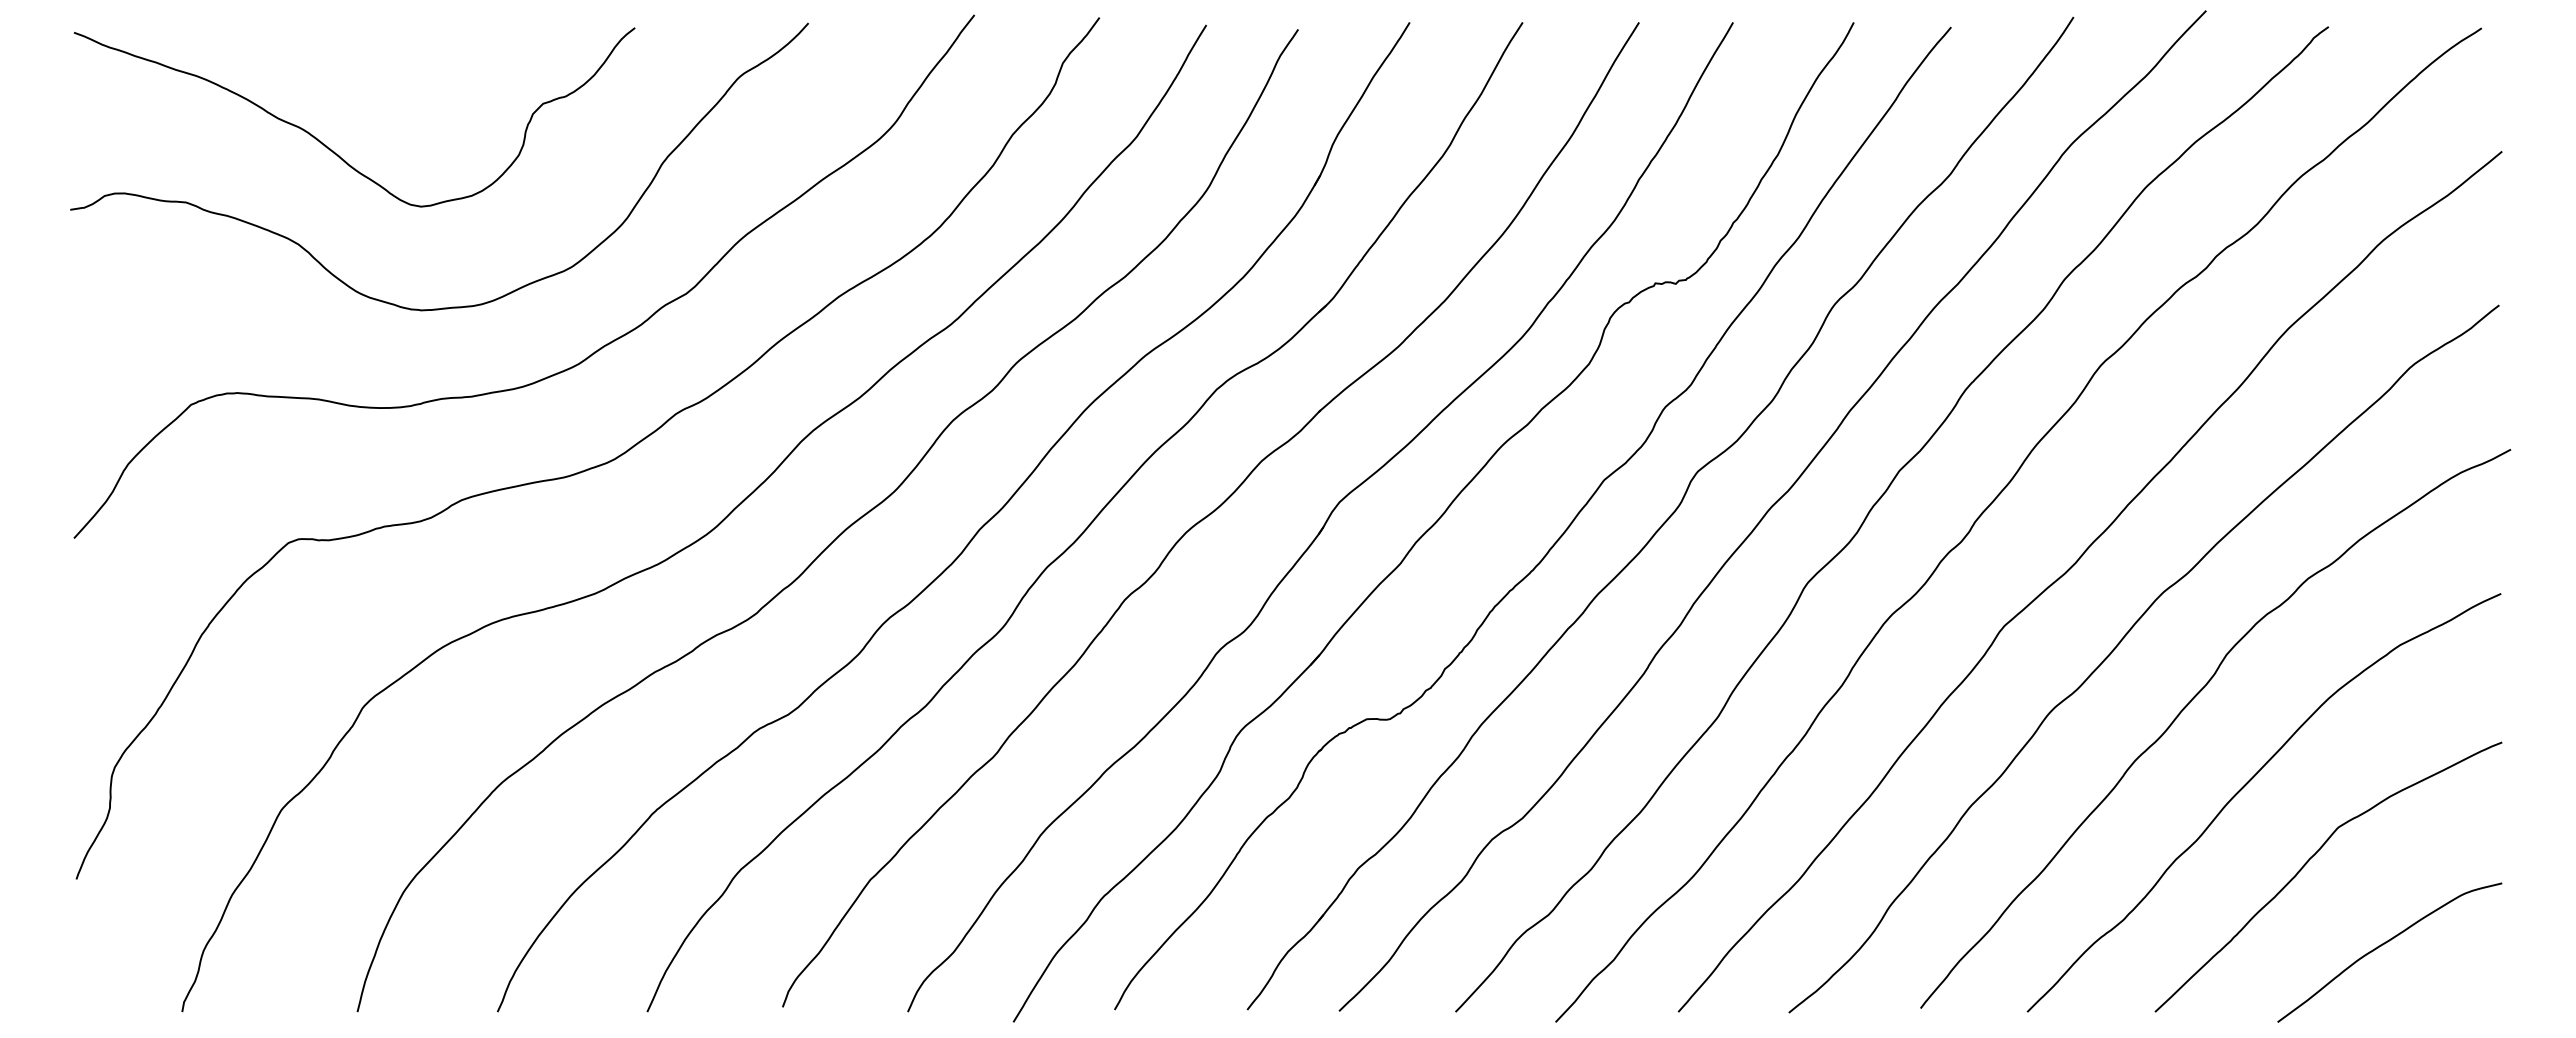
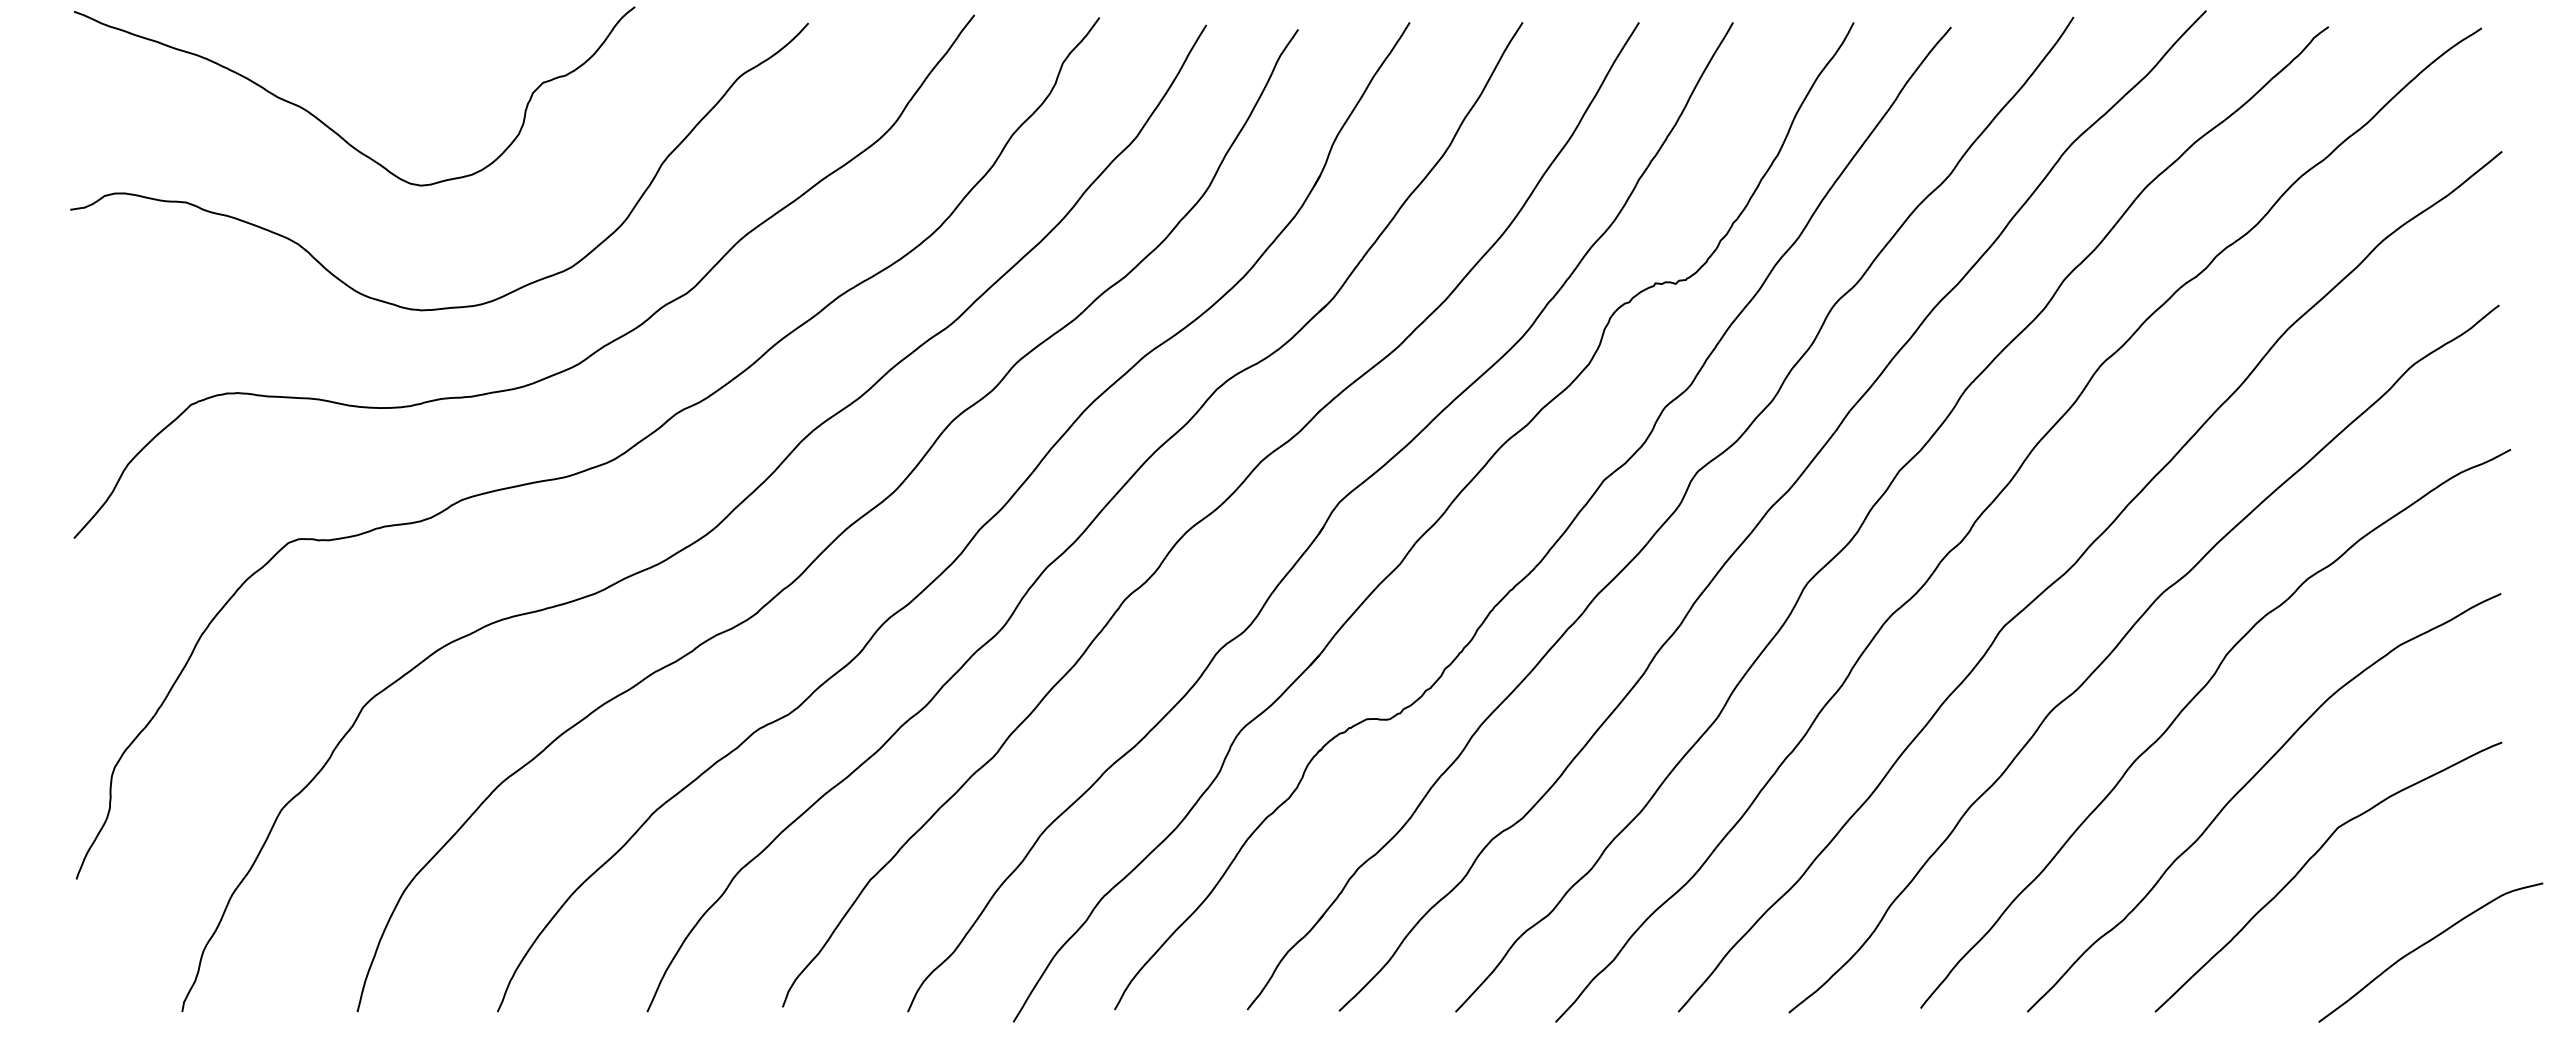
curve at (329, 147) position: (329, 147) -> (329, 126)
curve at (2383, 945) position: (2383, 945) -> (2424, 945)
